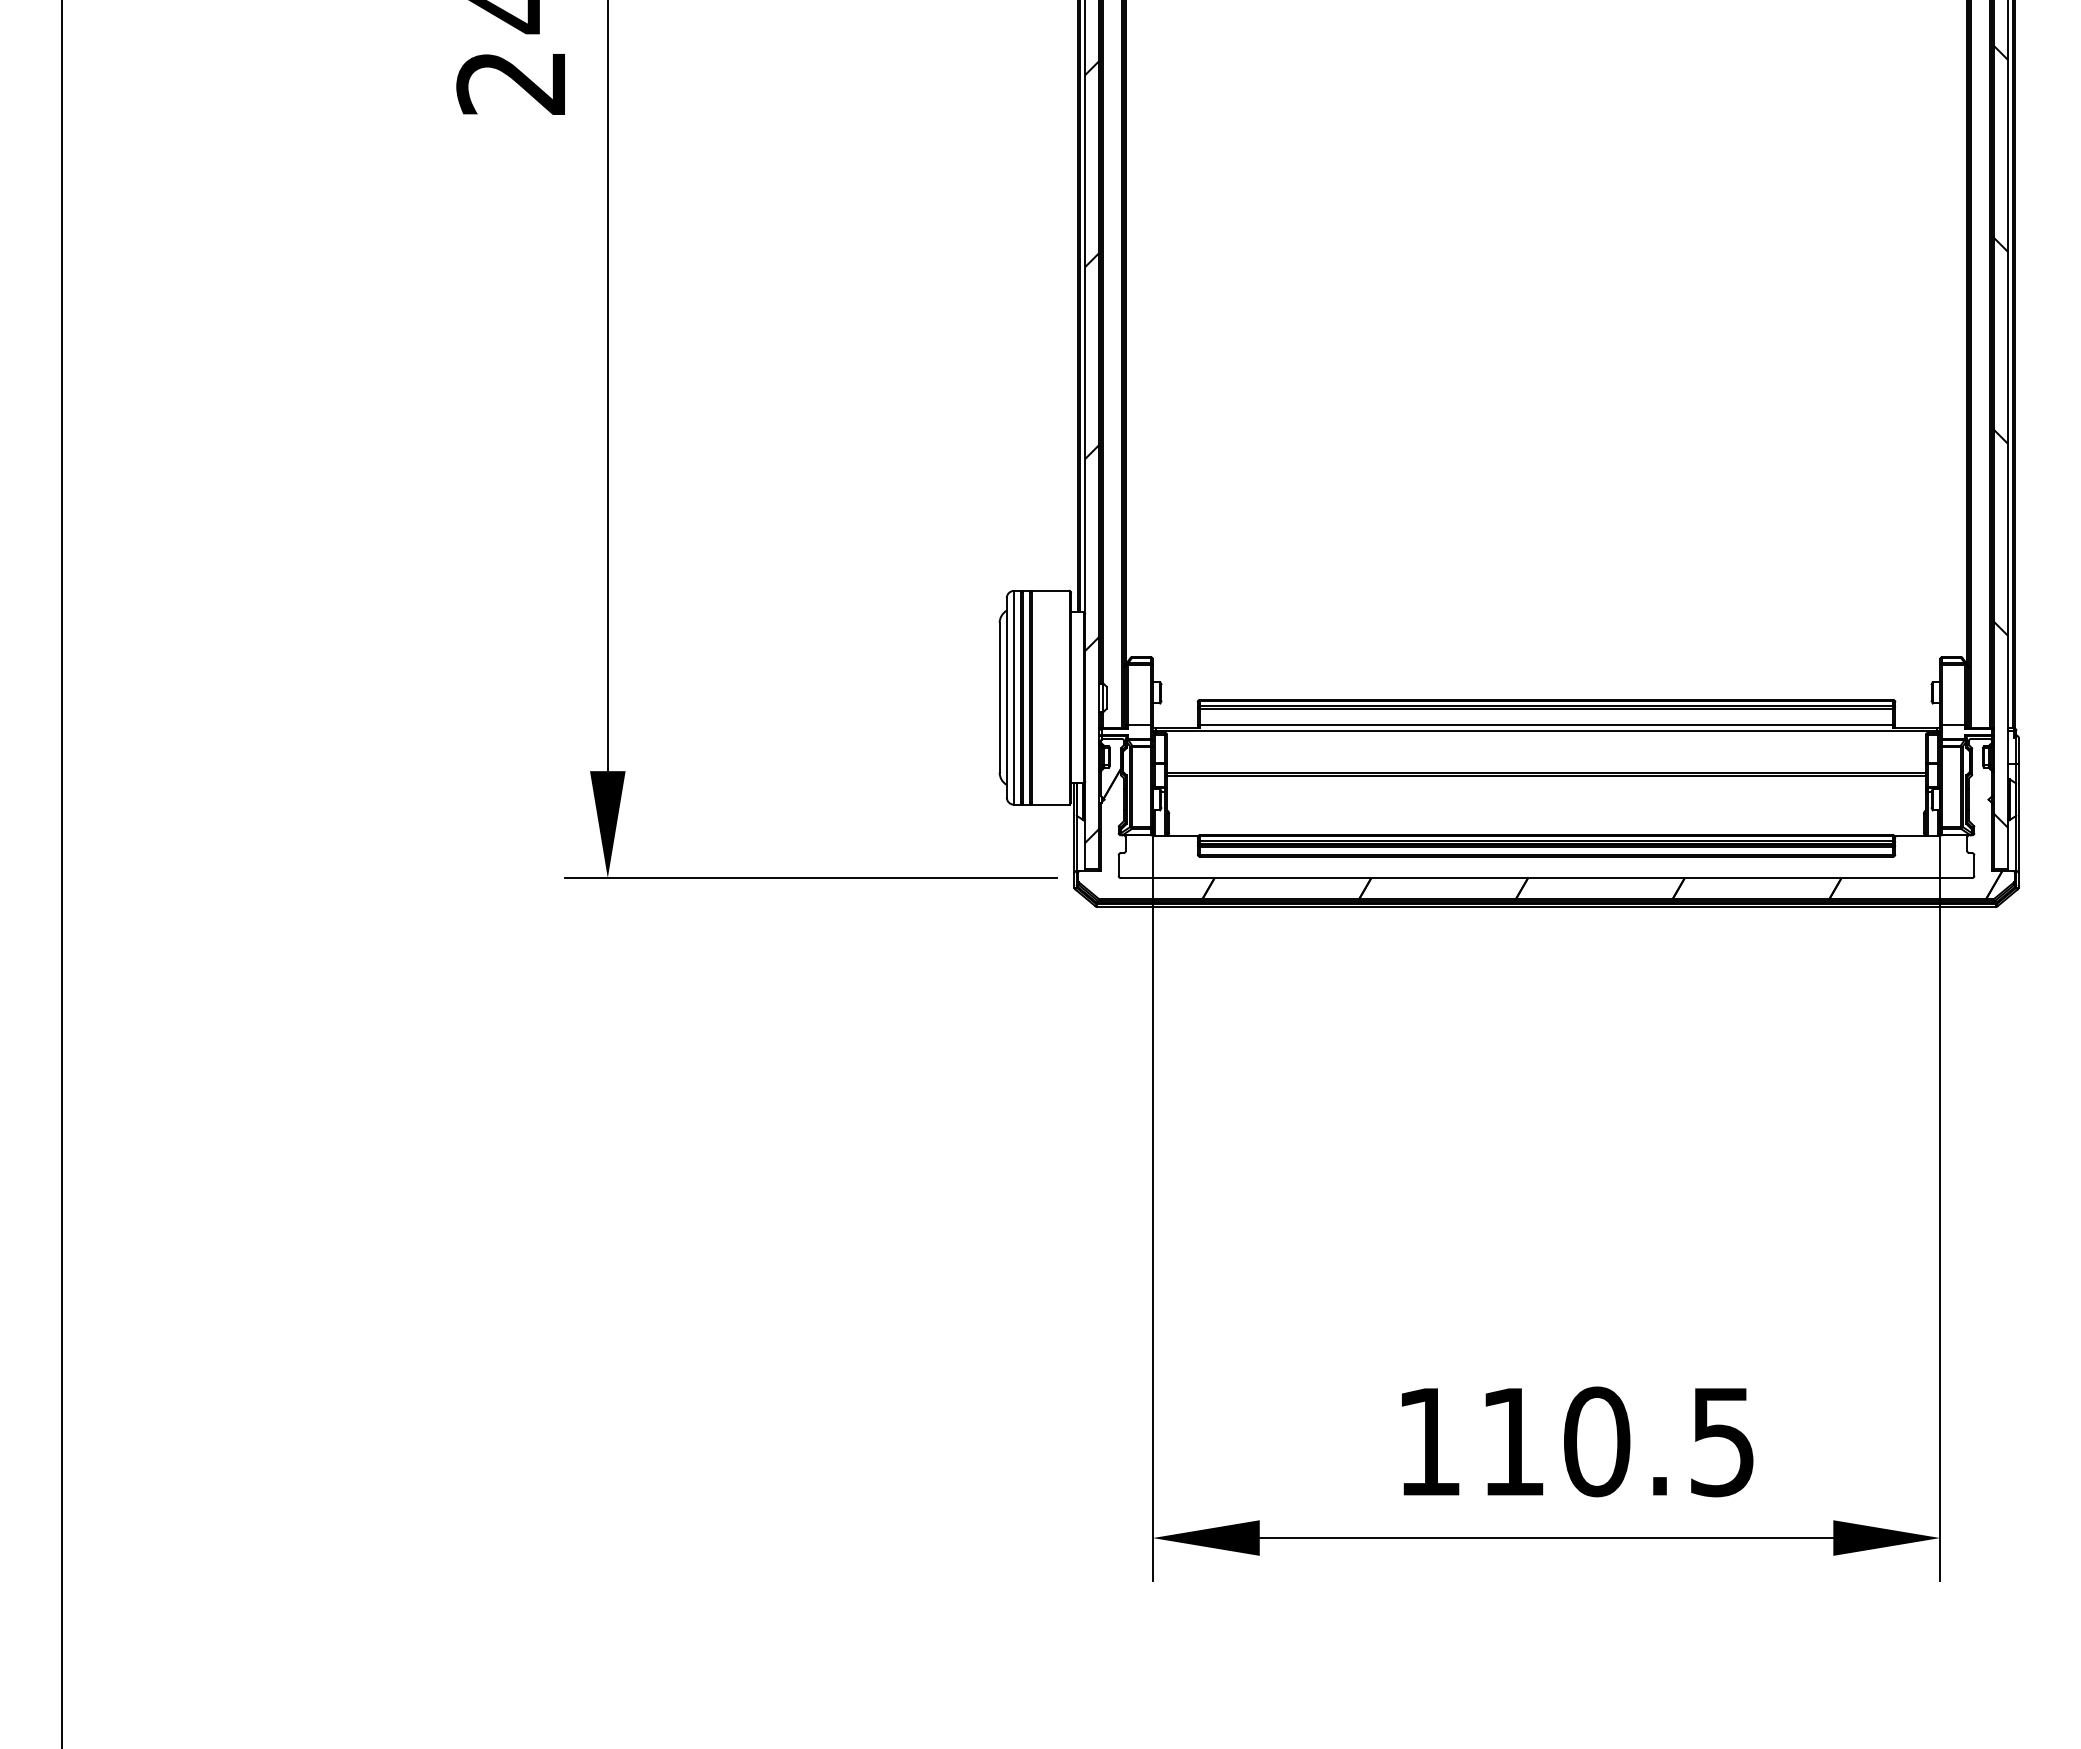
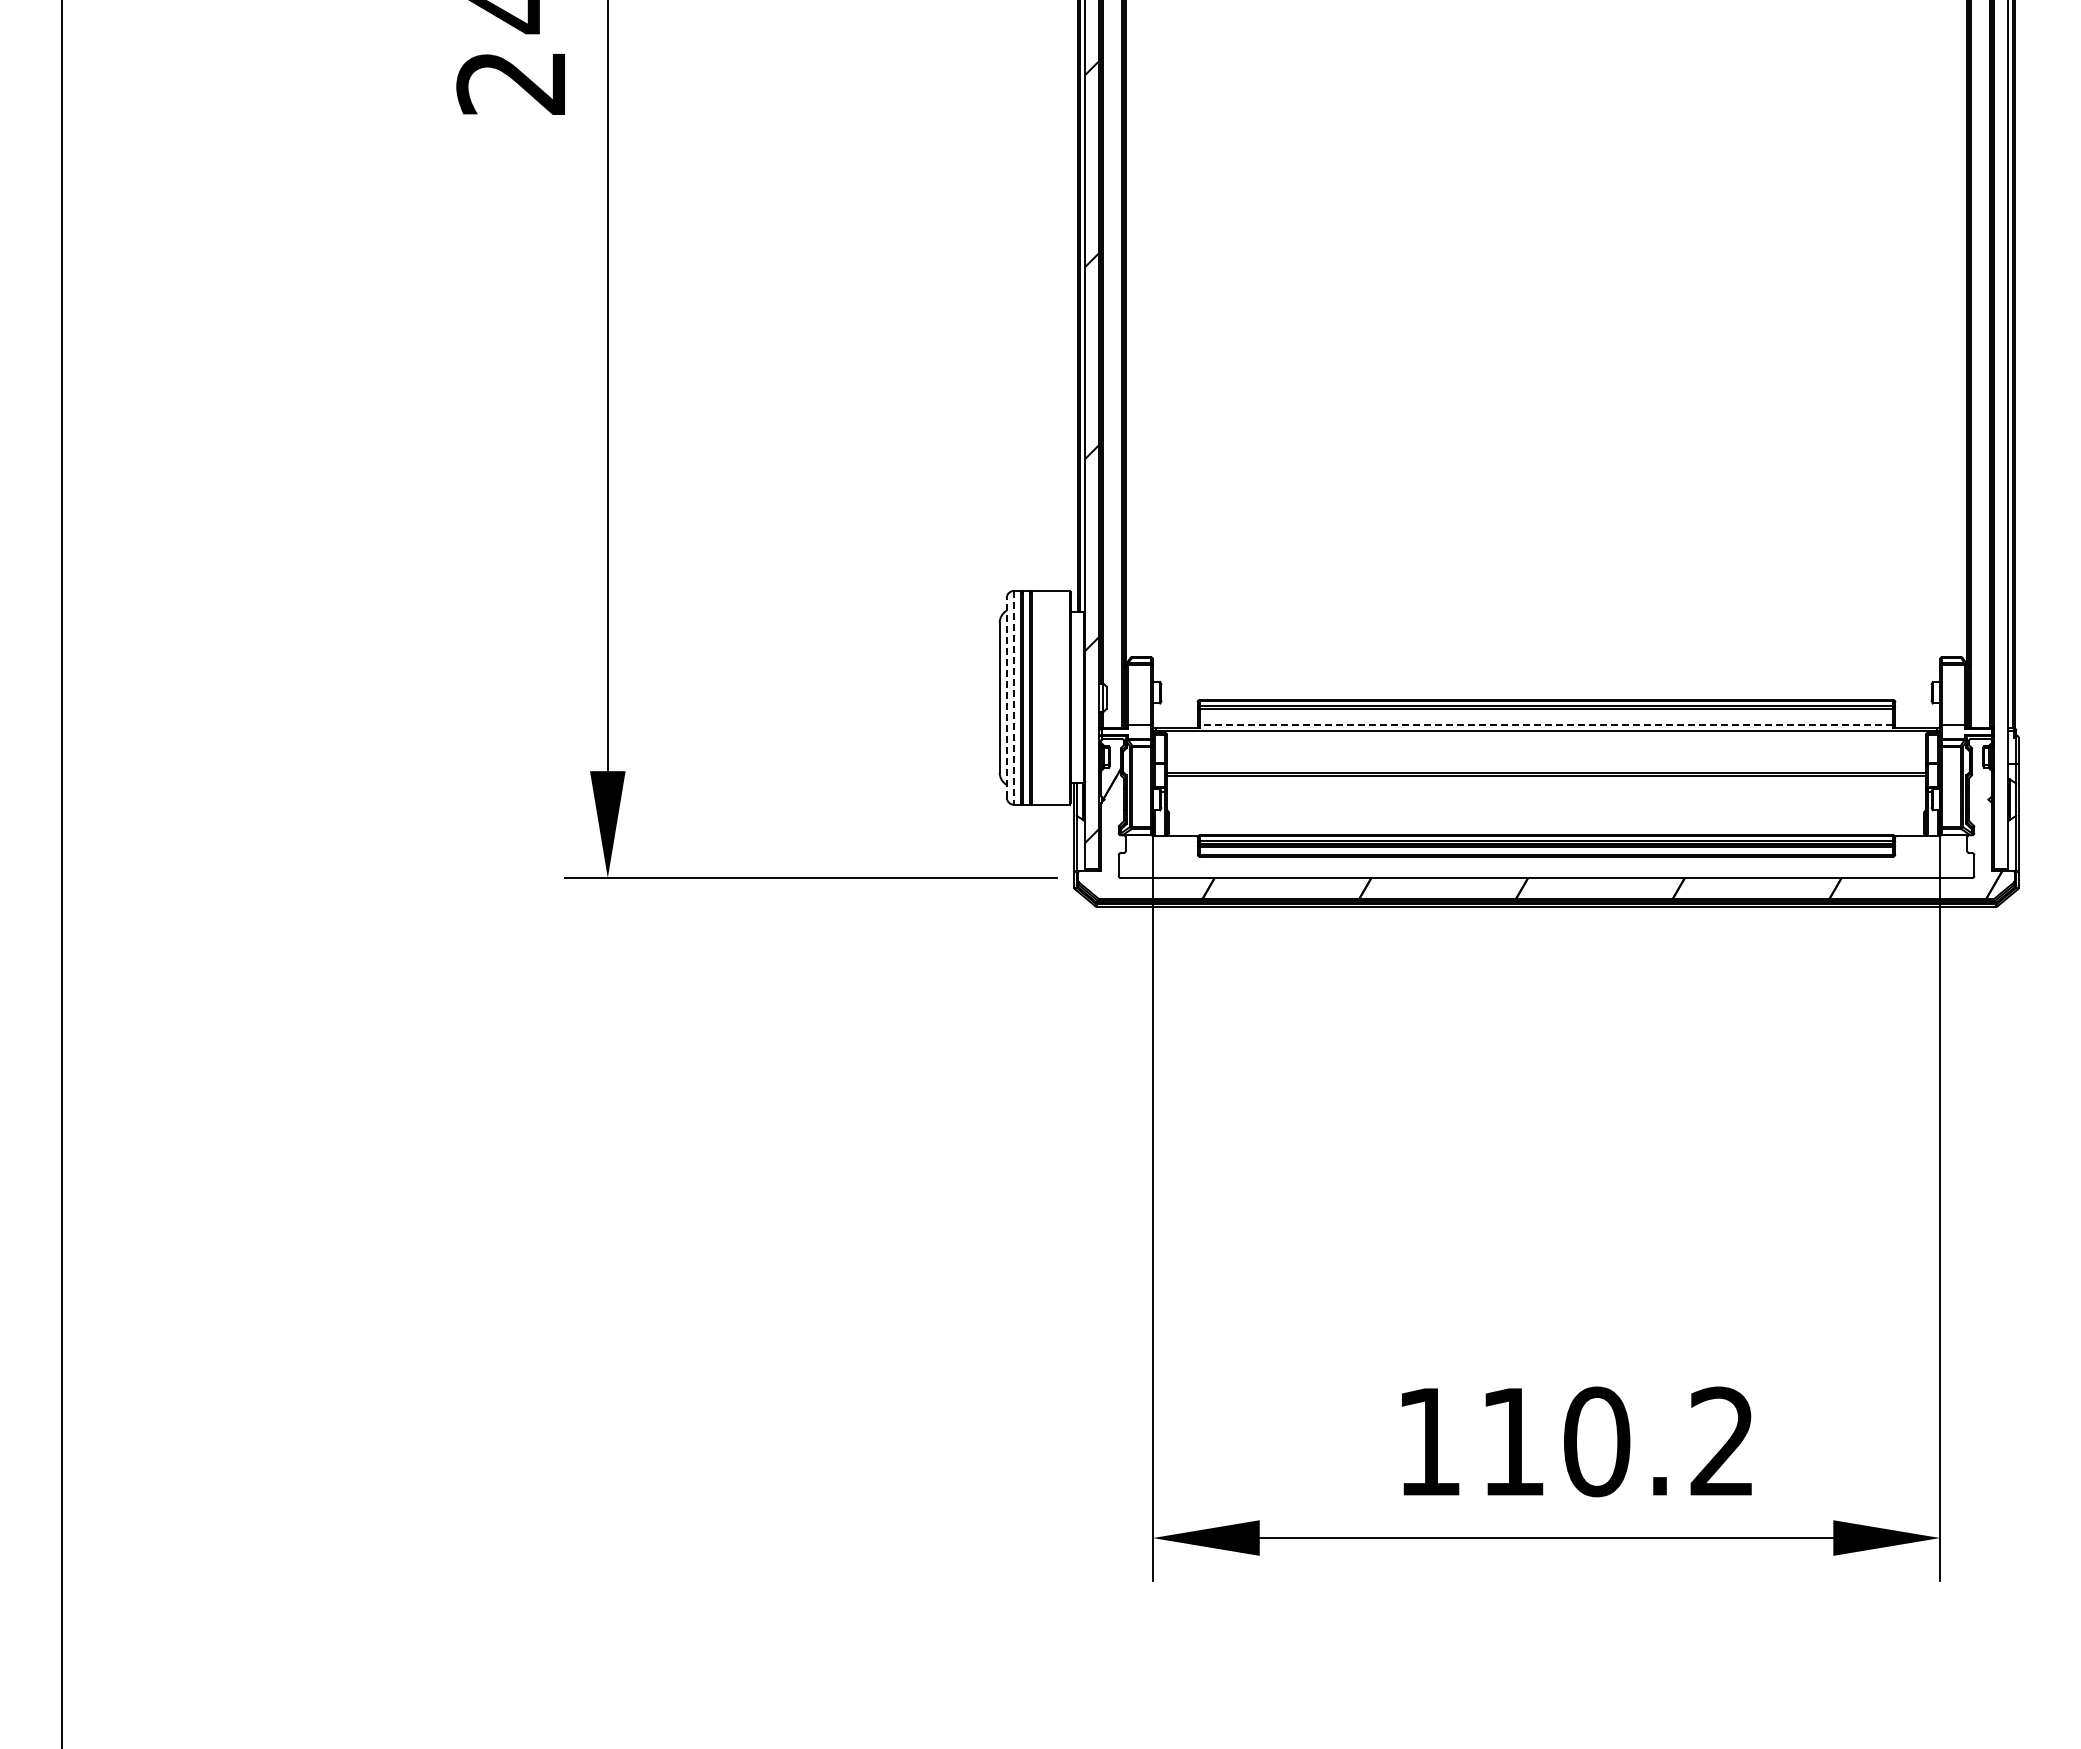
hatch at (2000, 436): present -> none
line at (1006, 697): solid -> dashed
line at (1013, 697): solid -> dashed
line at (1546, 725): solid -> dashed
text at (1721, 1441): 110.5 -> 110.2
